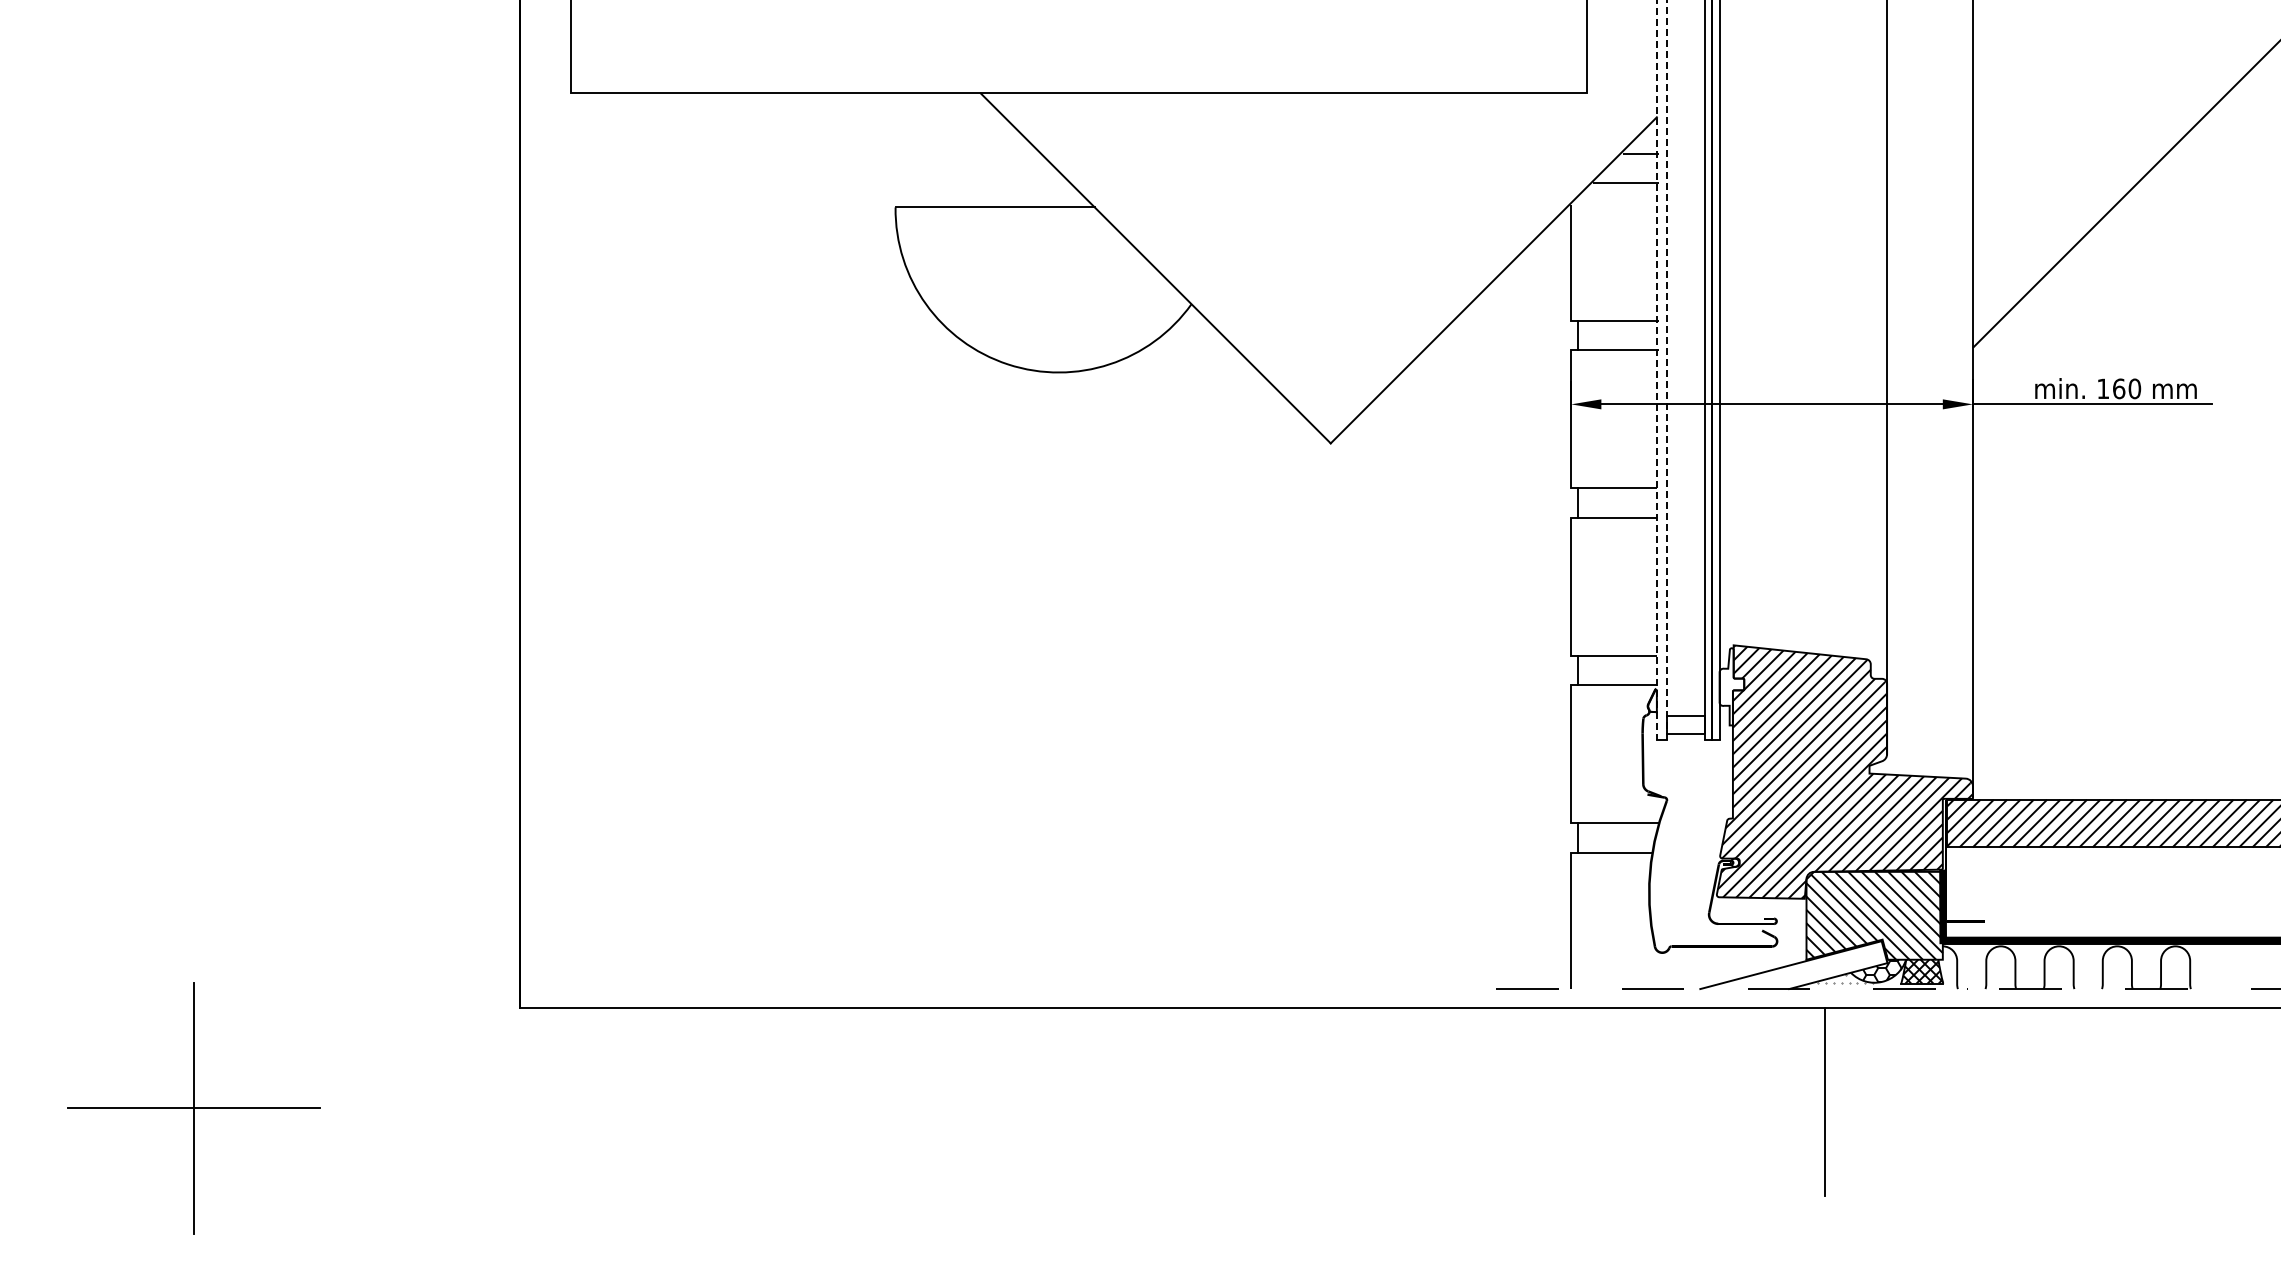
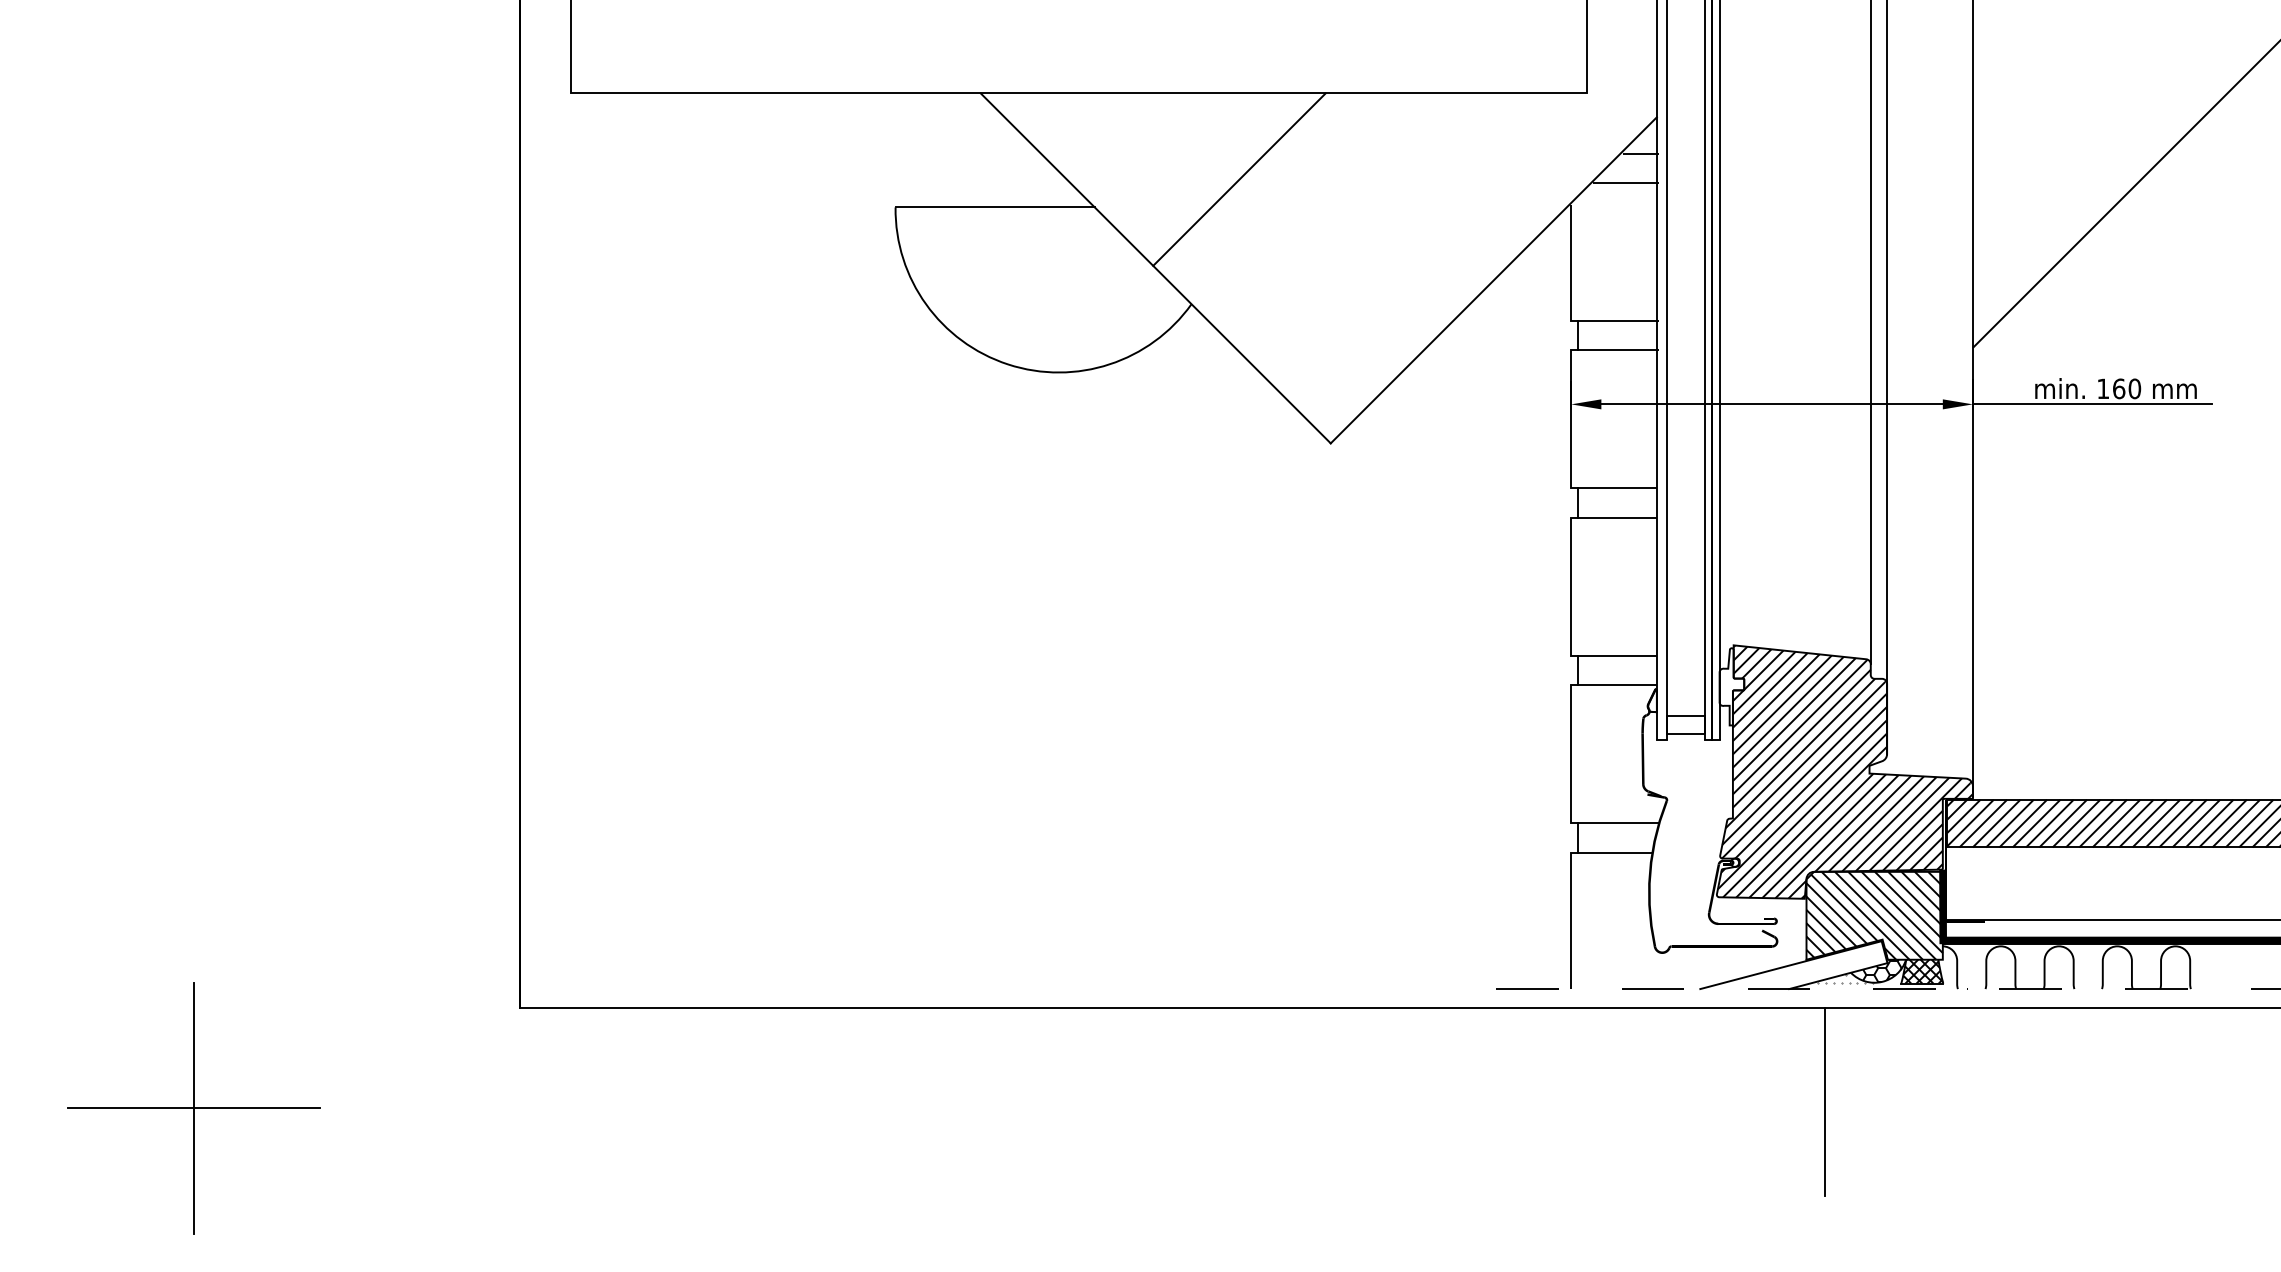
line at (1656, 0): dashed -> solid
line at (1239, 179): none -> present
line at (1870, 333): none -> present
line at (2110, 920): none -> present
